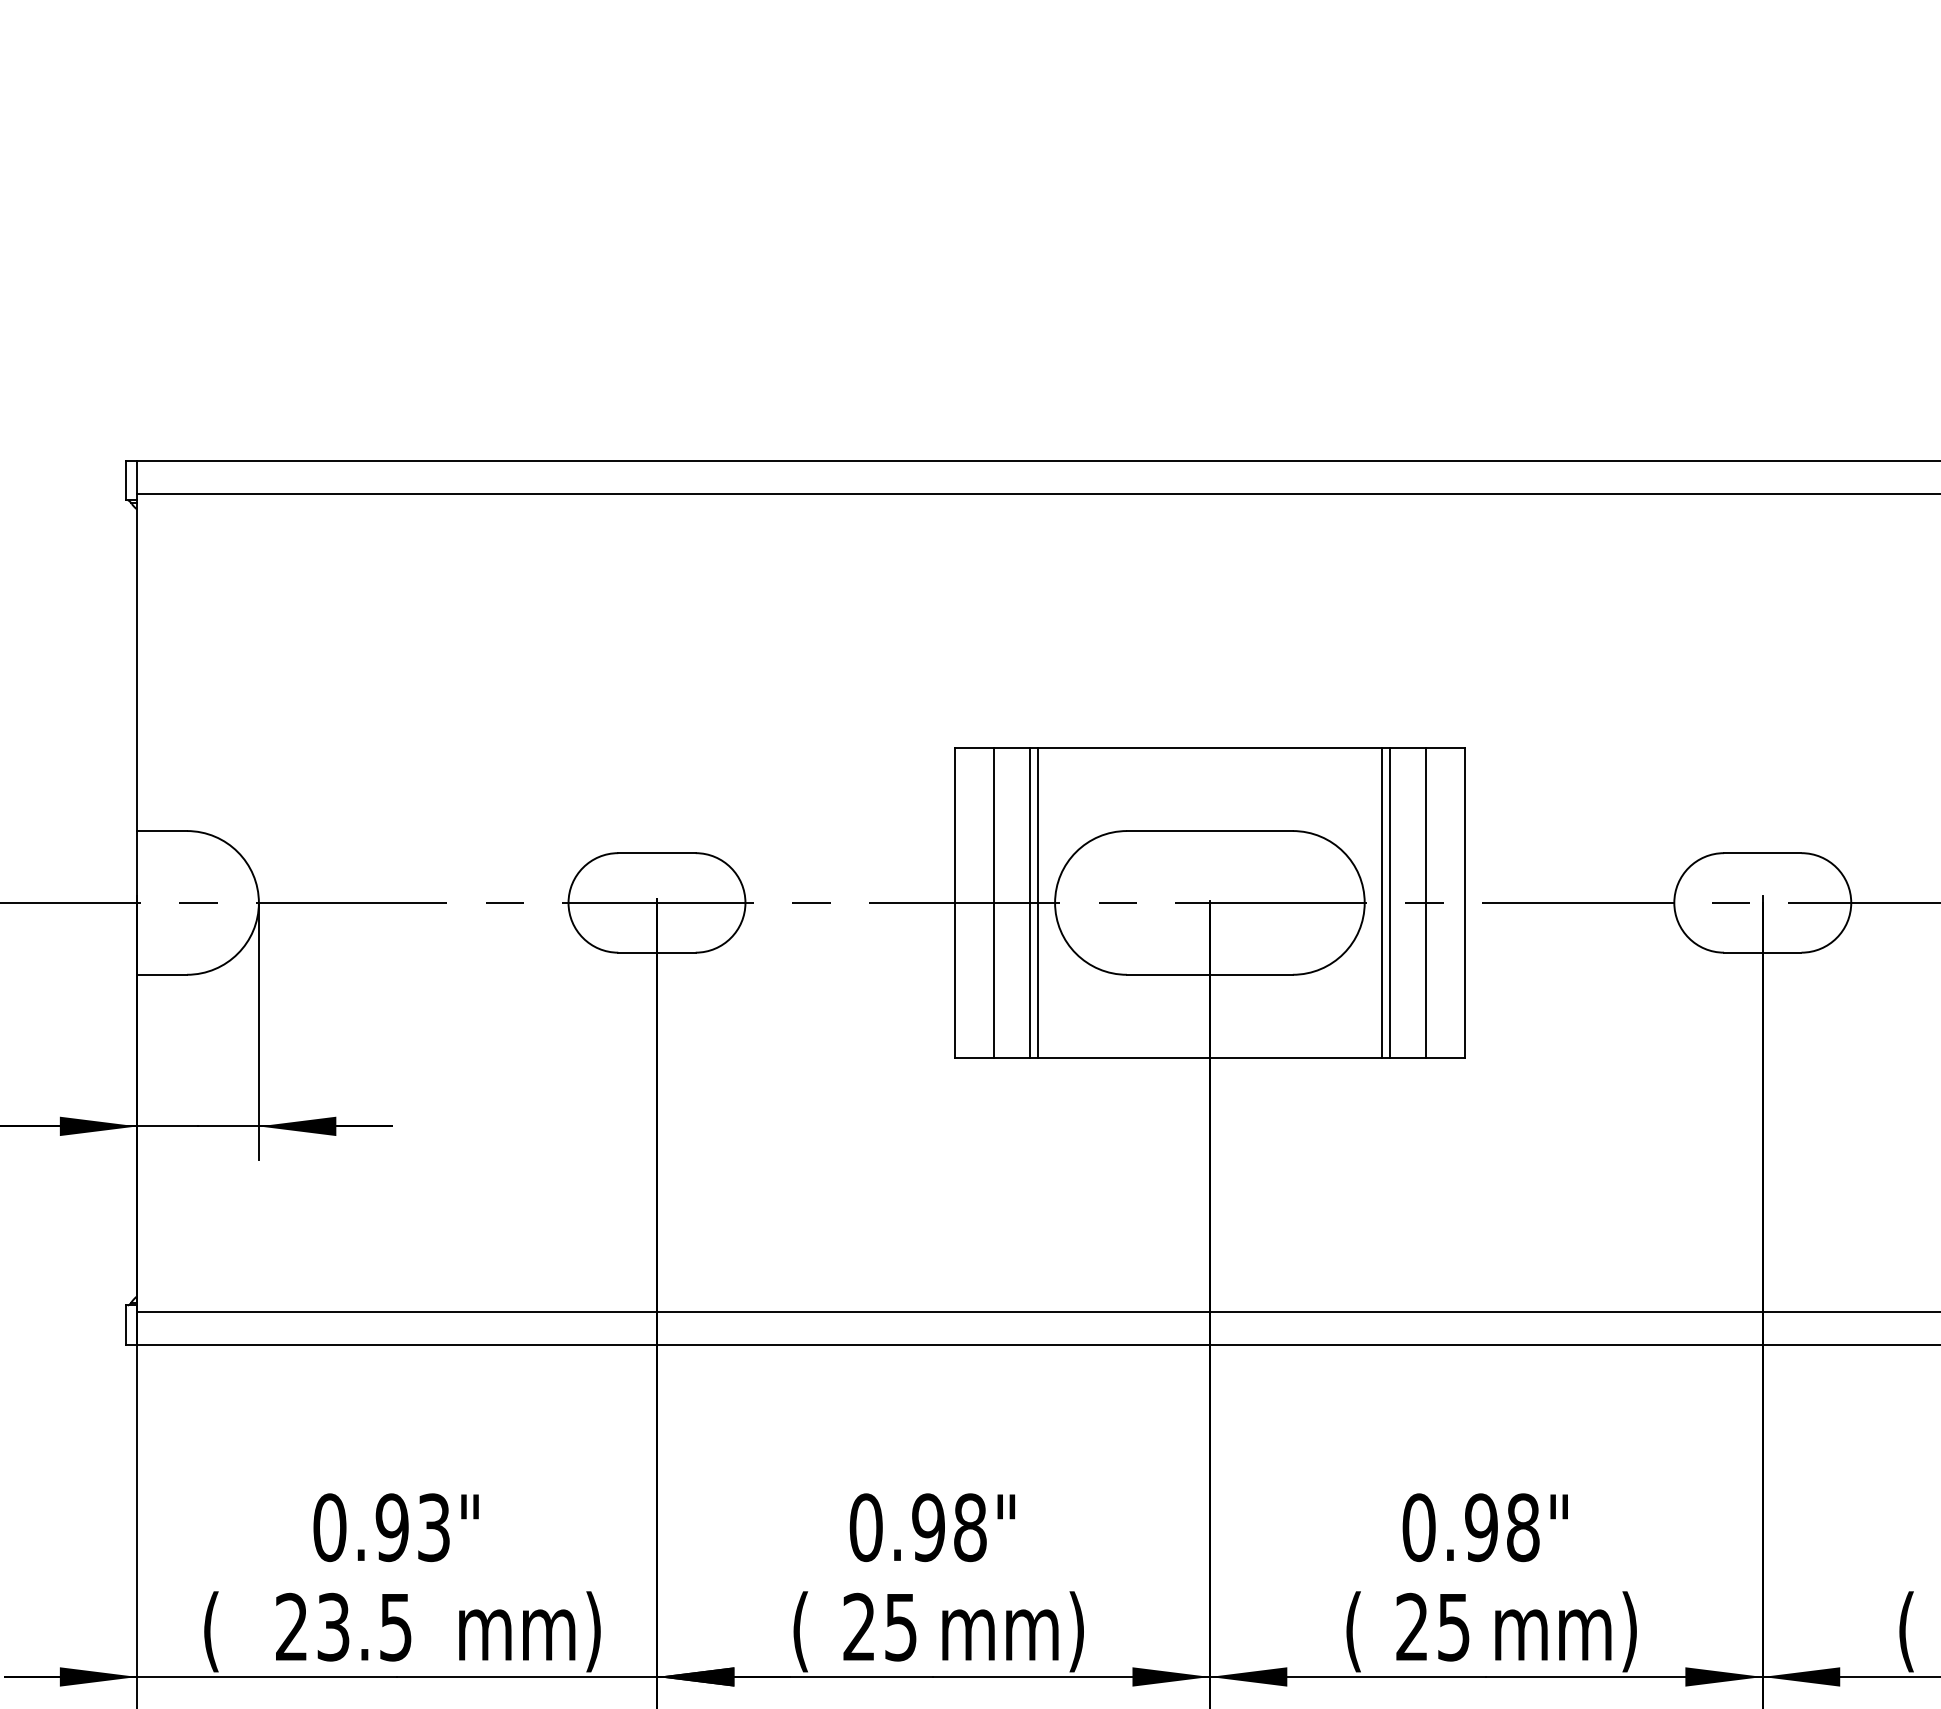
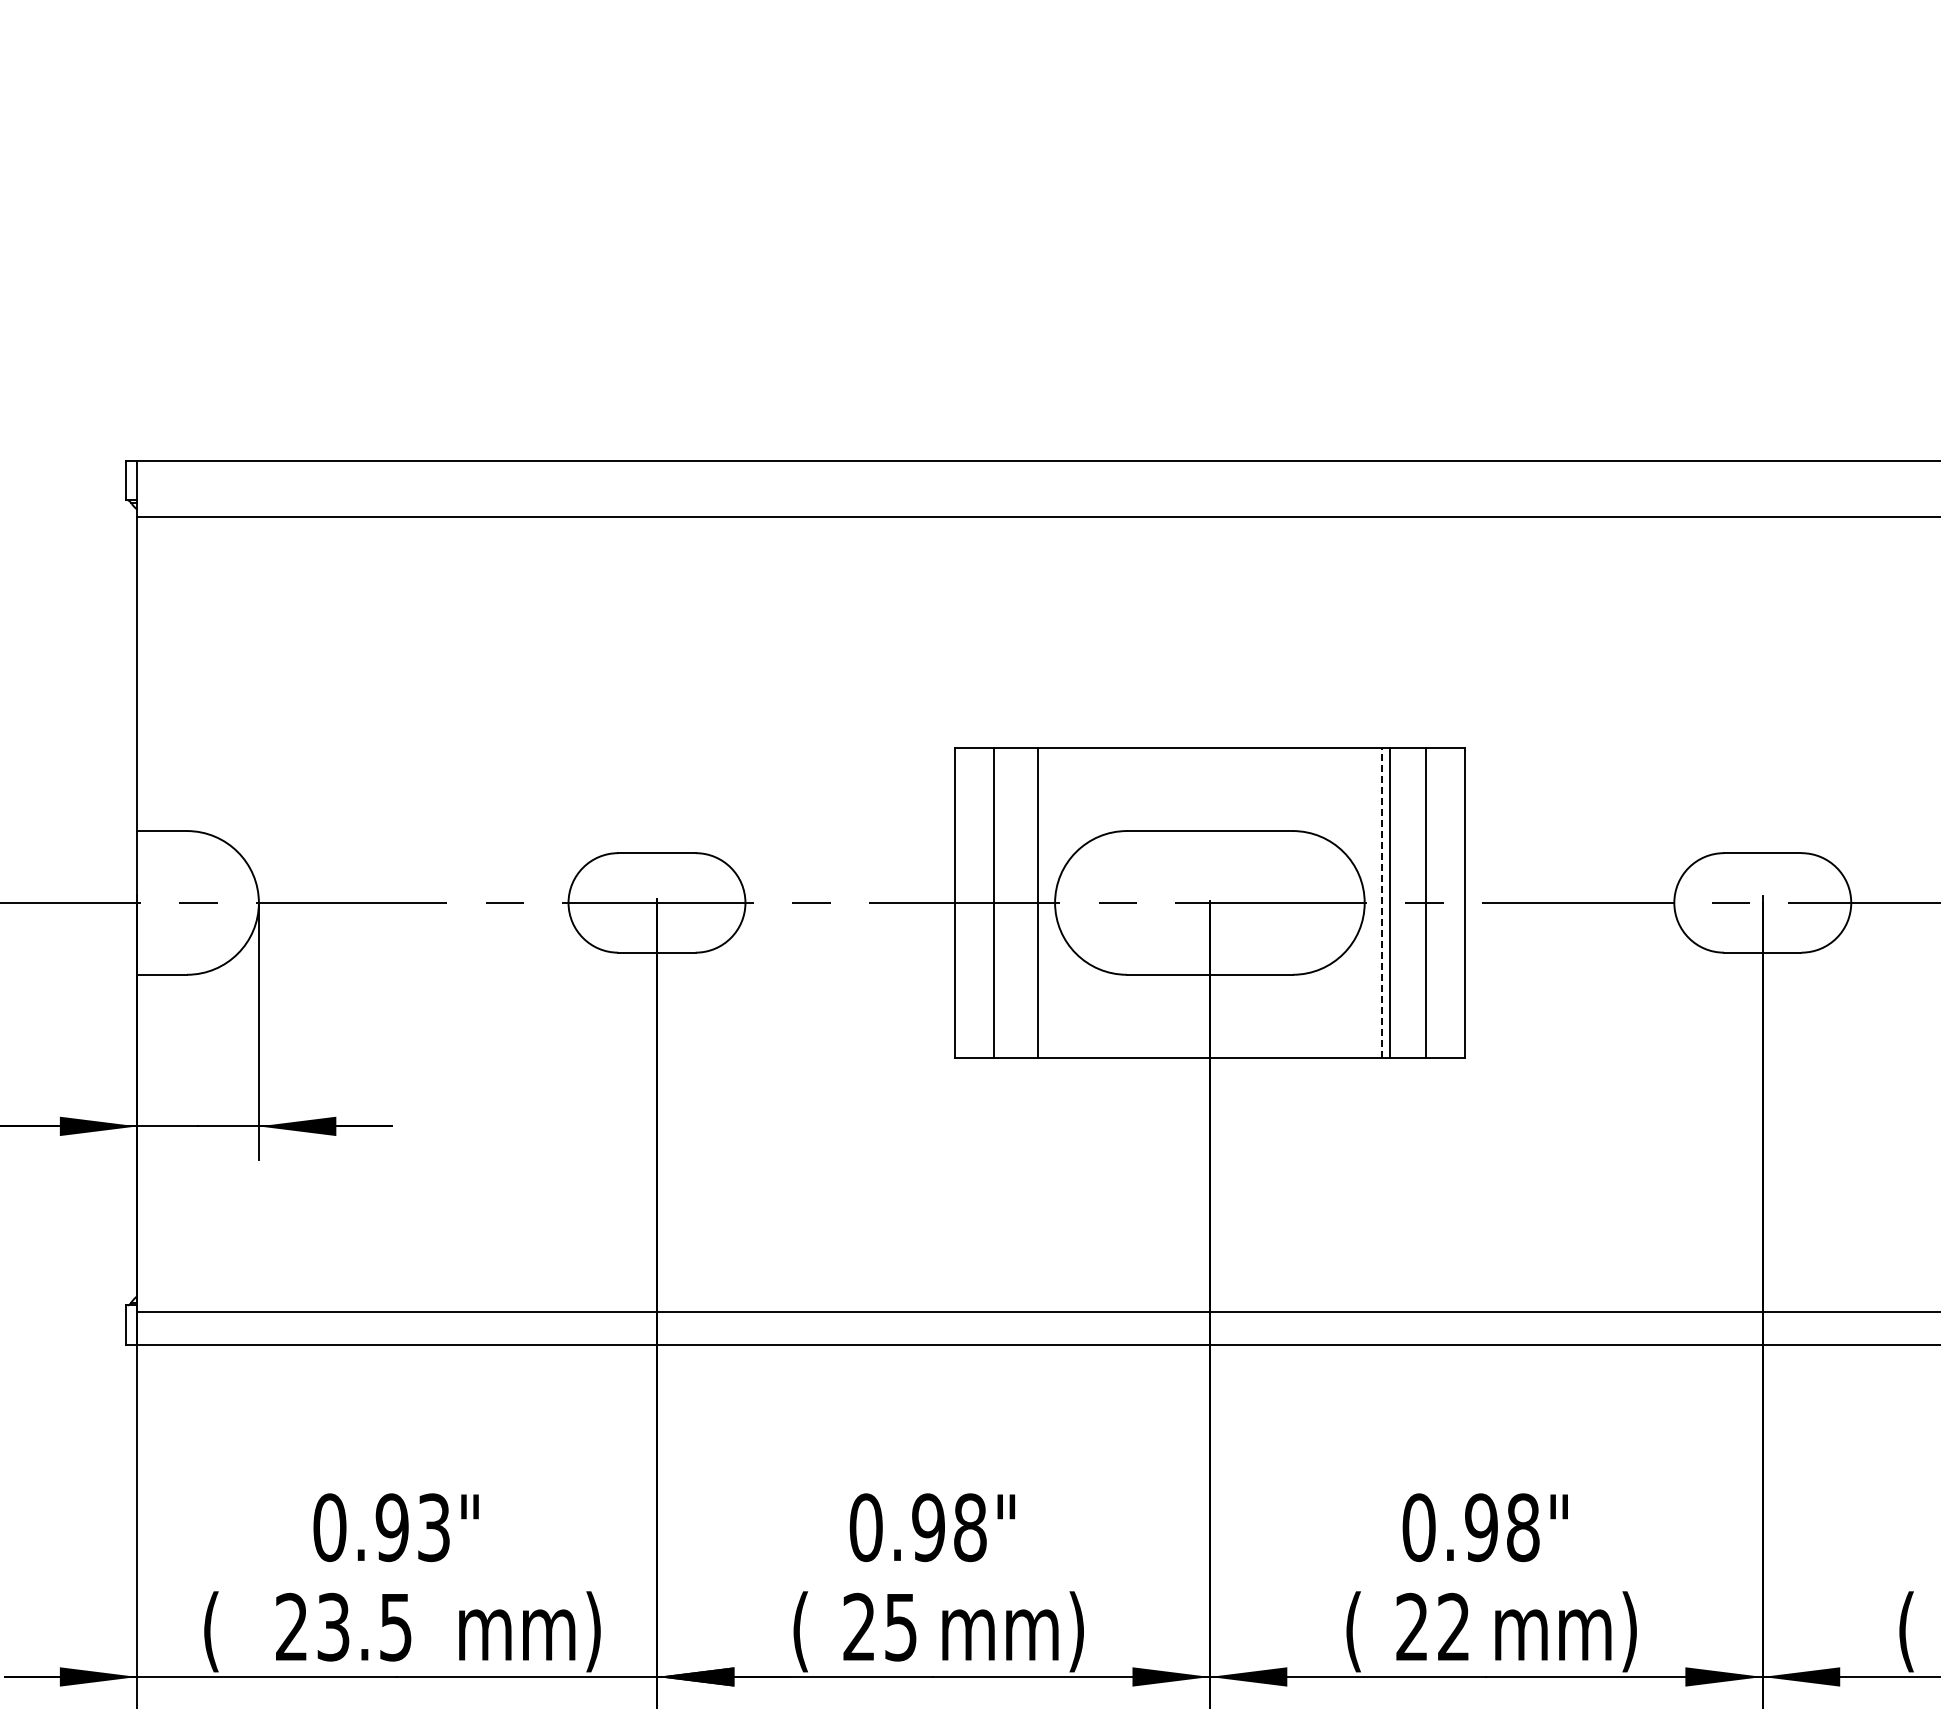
line at (1037, 493) position: (1037, 493) -> (1037, 516)
line at (1029, 902): present -> none
line at (1382, 902): solid -> dashed
text at (1453, 1626): 25 -> 22
